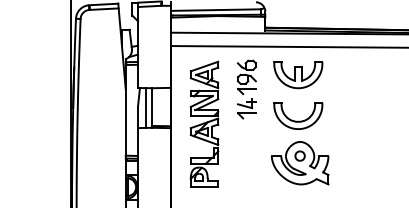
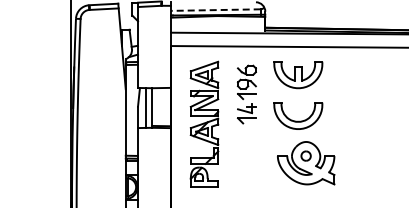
line at (215, 10): solid -> dashed
part at (246, 89) position: (246, 89) -> (246, 94)
part at (300, 163) position: (300, 163) -> (306, 163)
